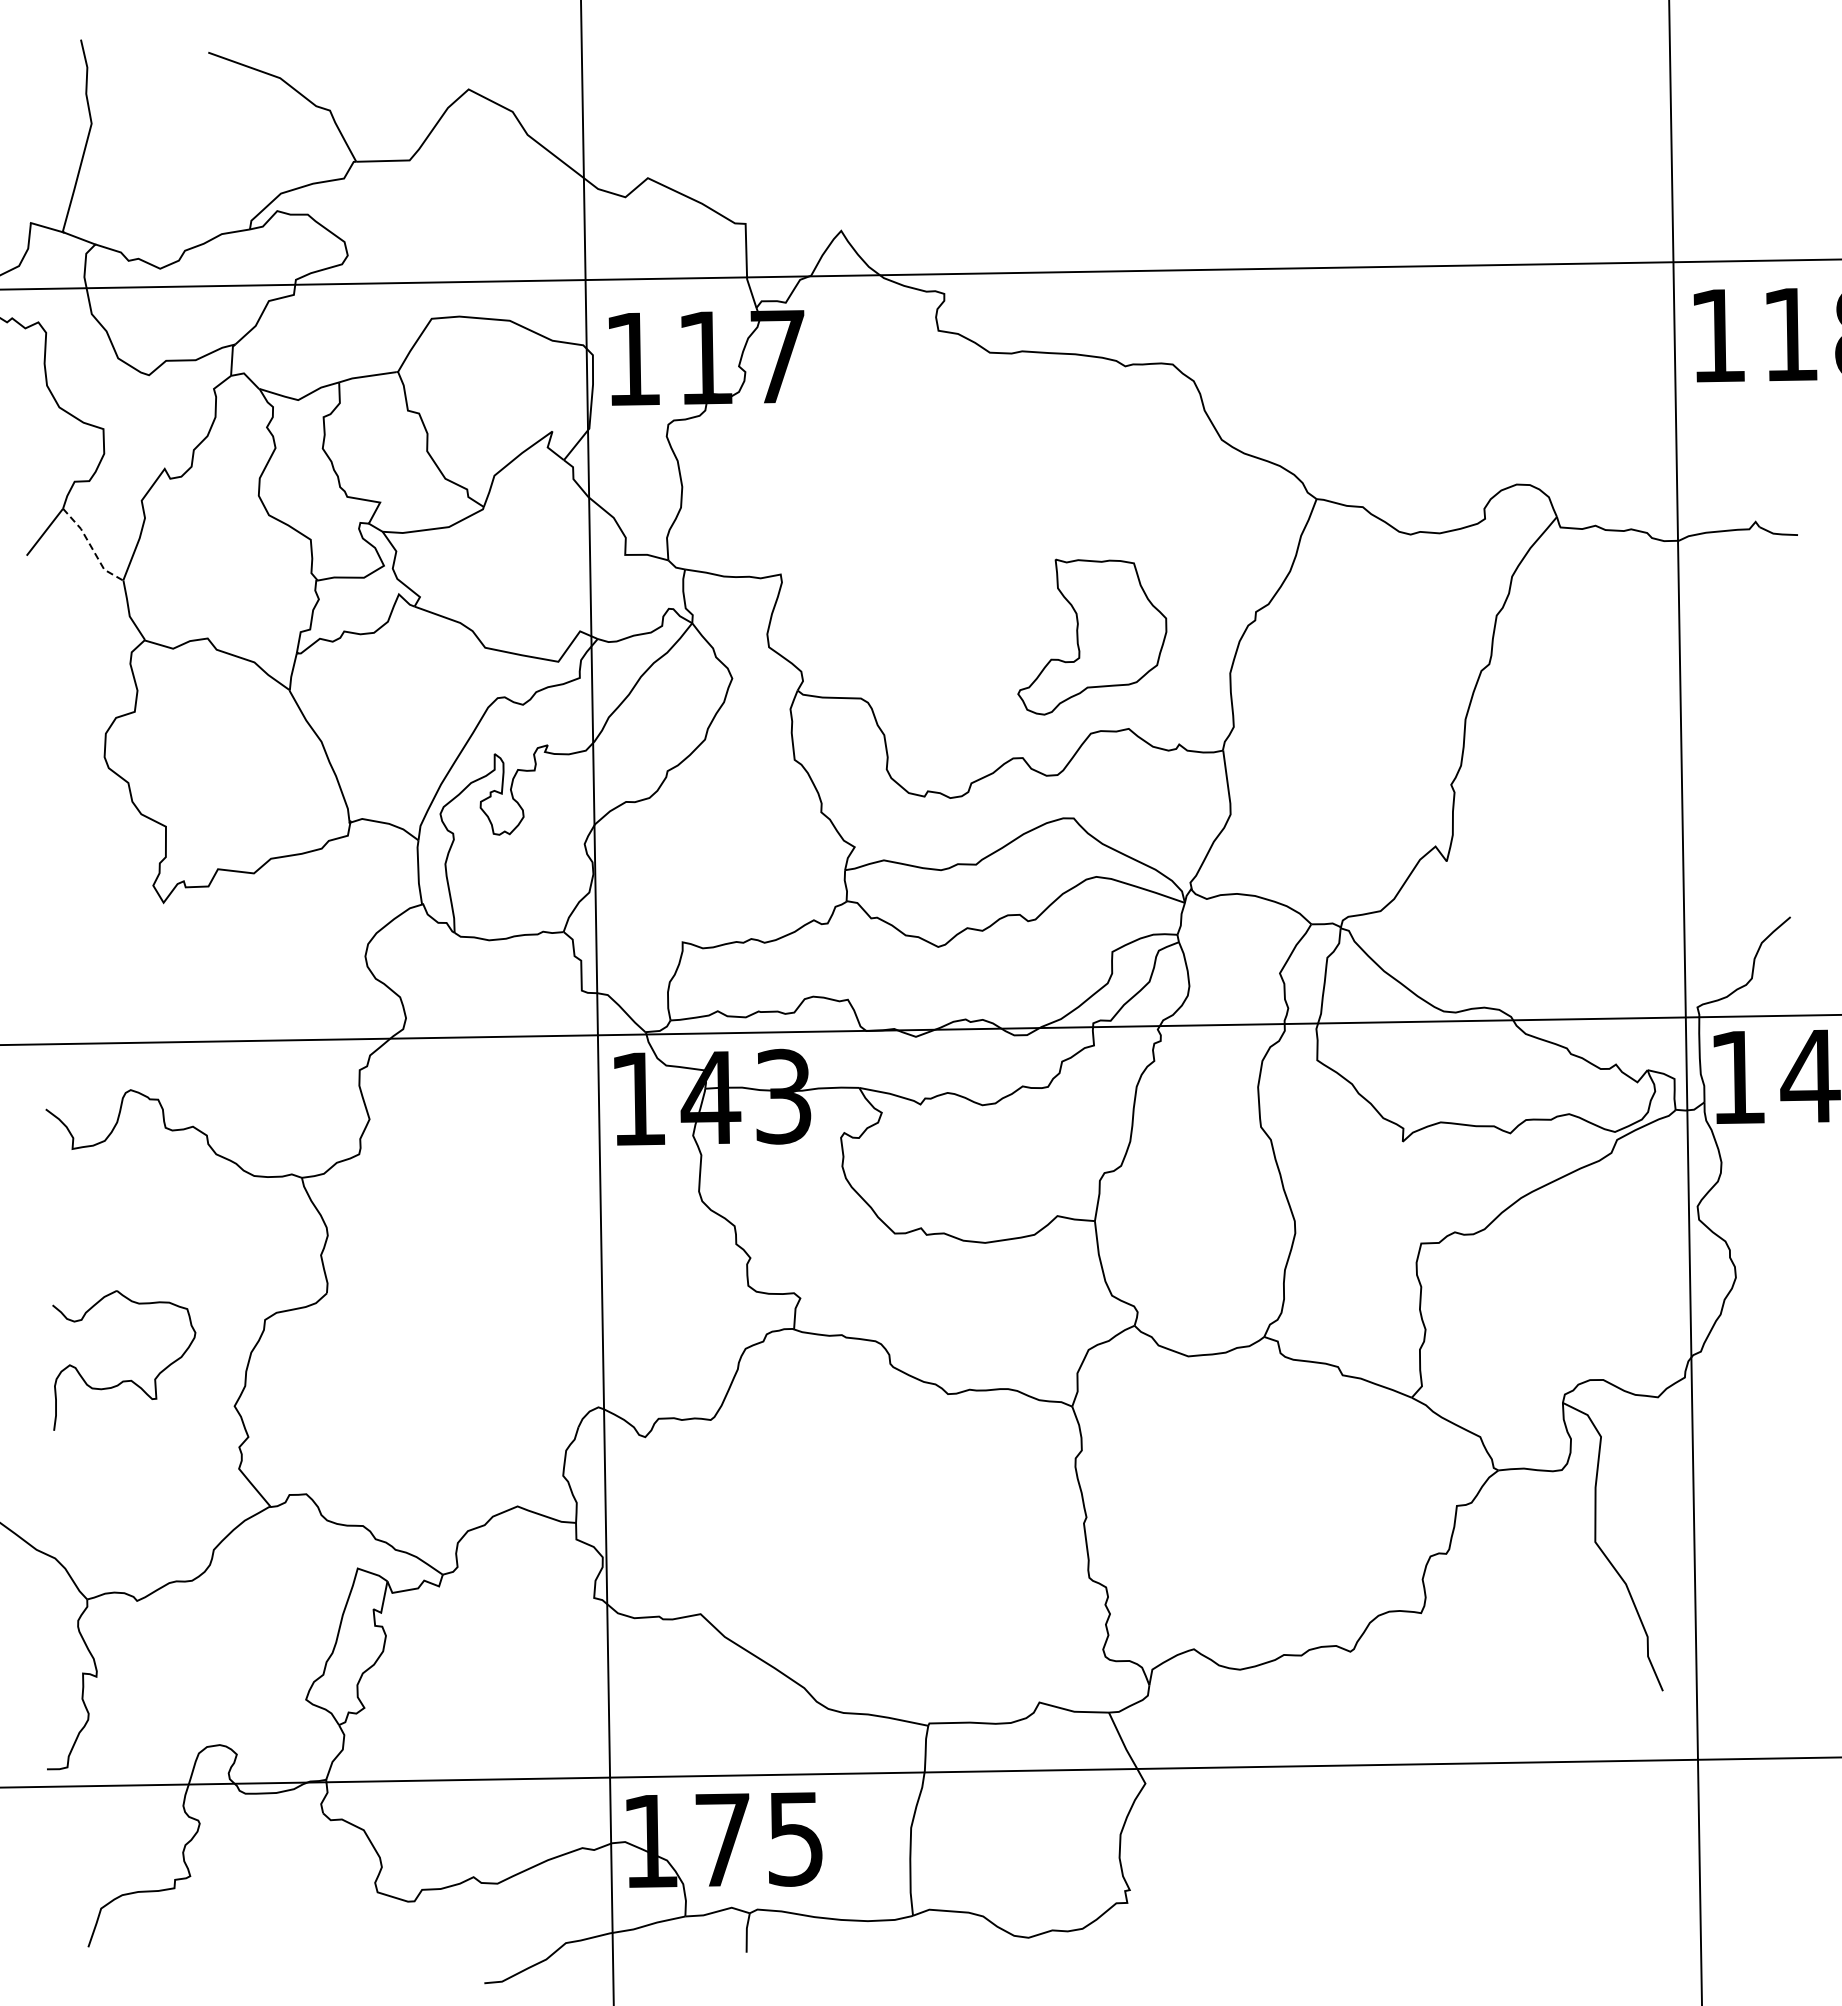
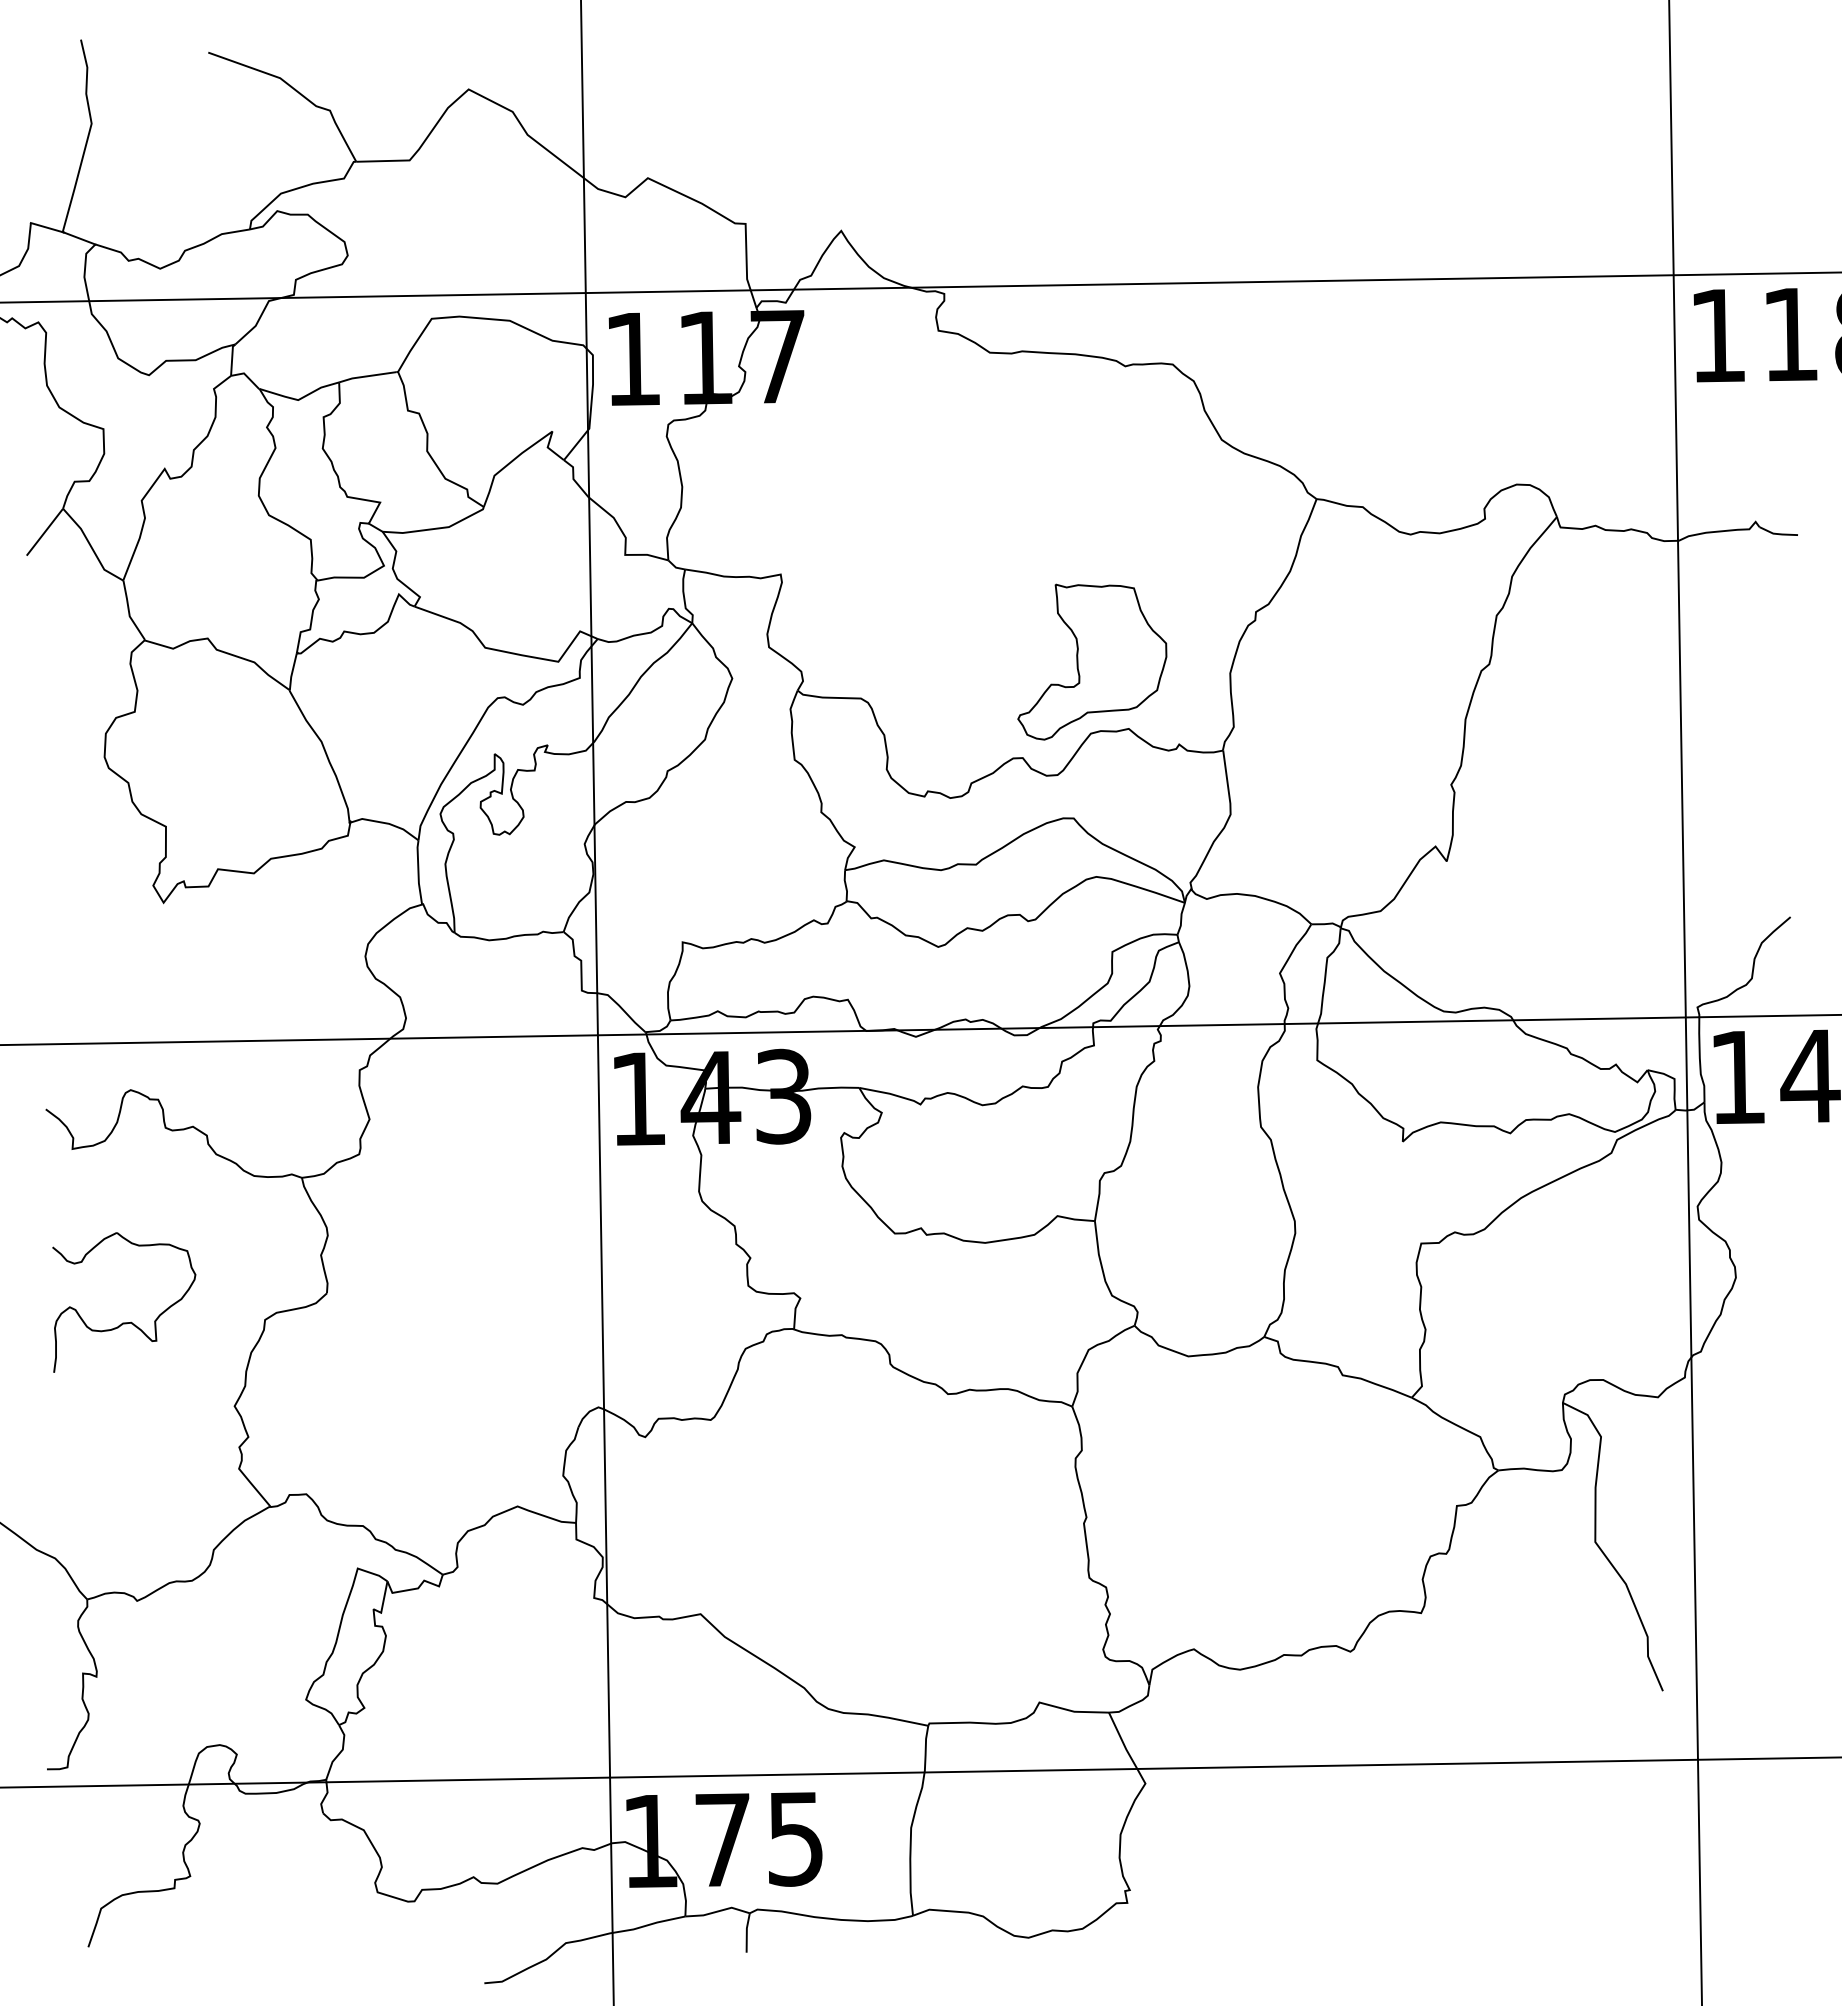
line at (920, 274) position: (920, 274) -> (920, 287)
line at (91, 547): dashed -> solid
part at (1092, 636) position: (1092, 636) -> (1092, 661)
part at (124, 1380) position: (124, 1380) -> (124, 1322)
